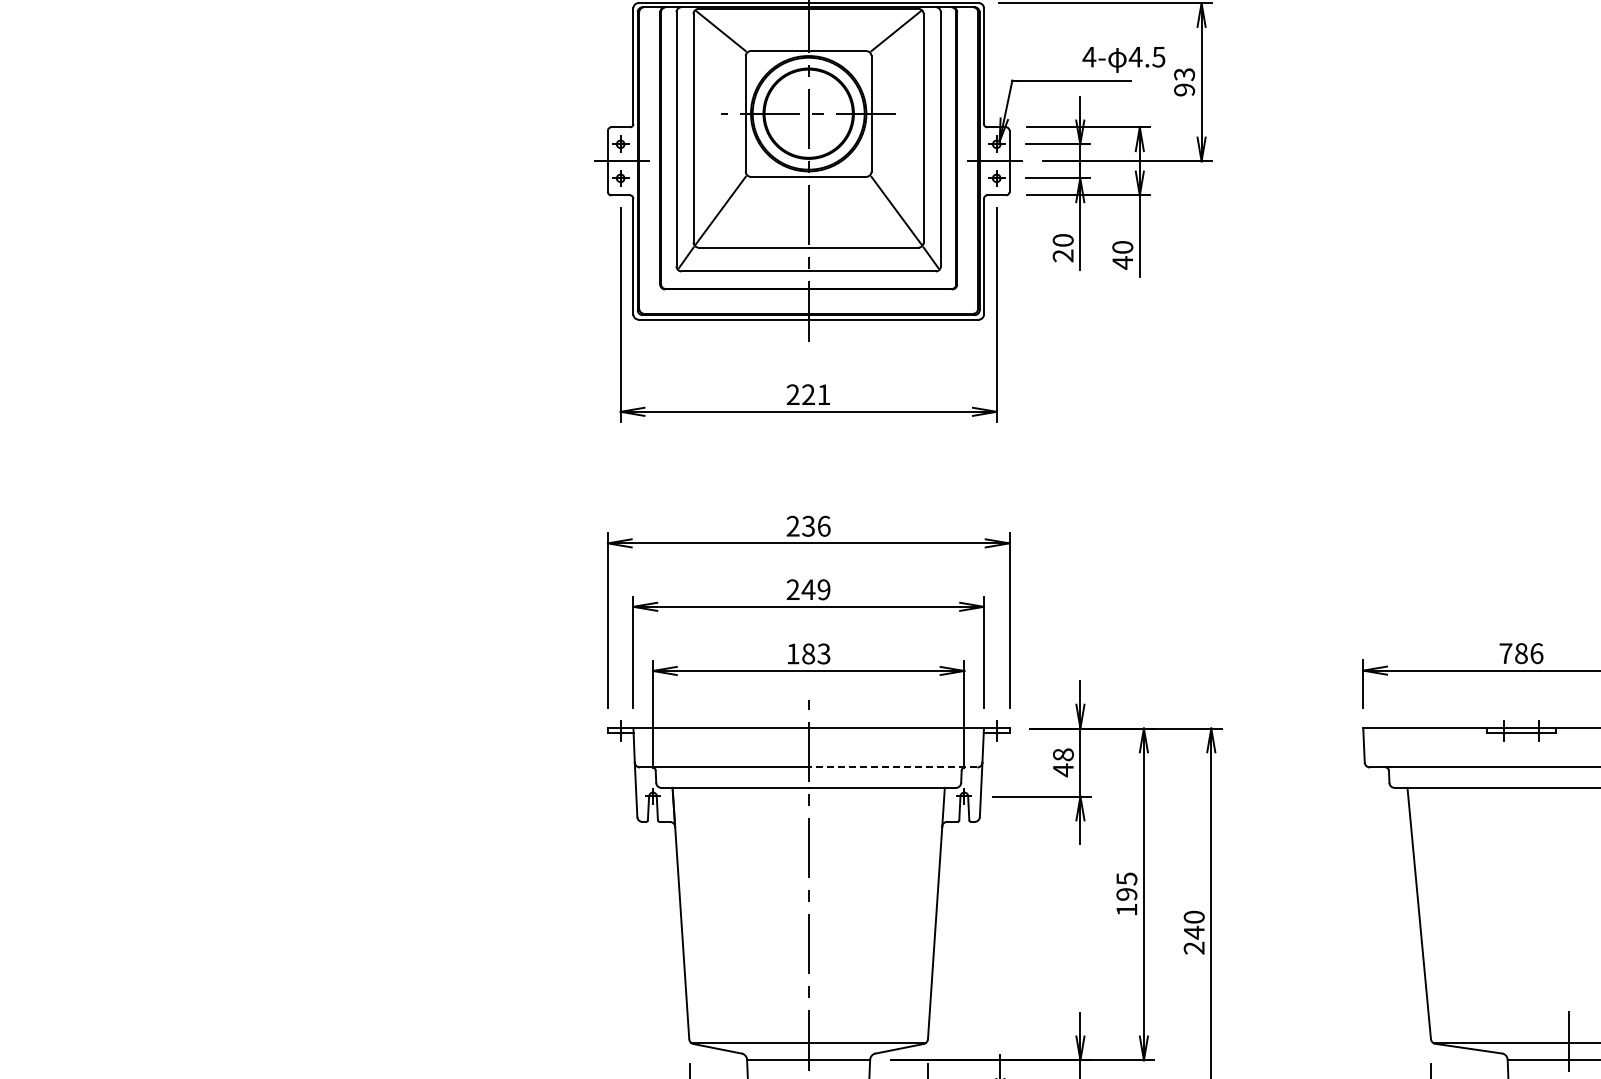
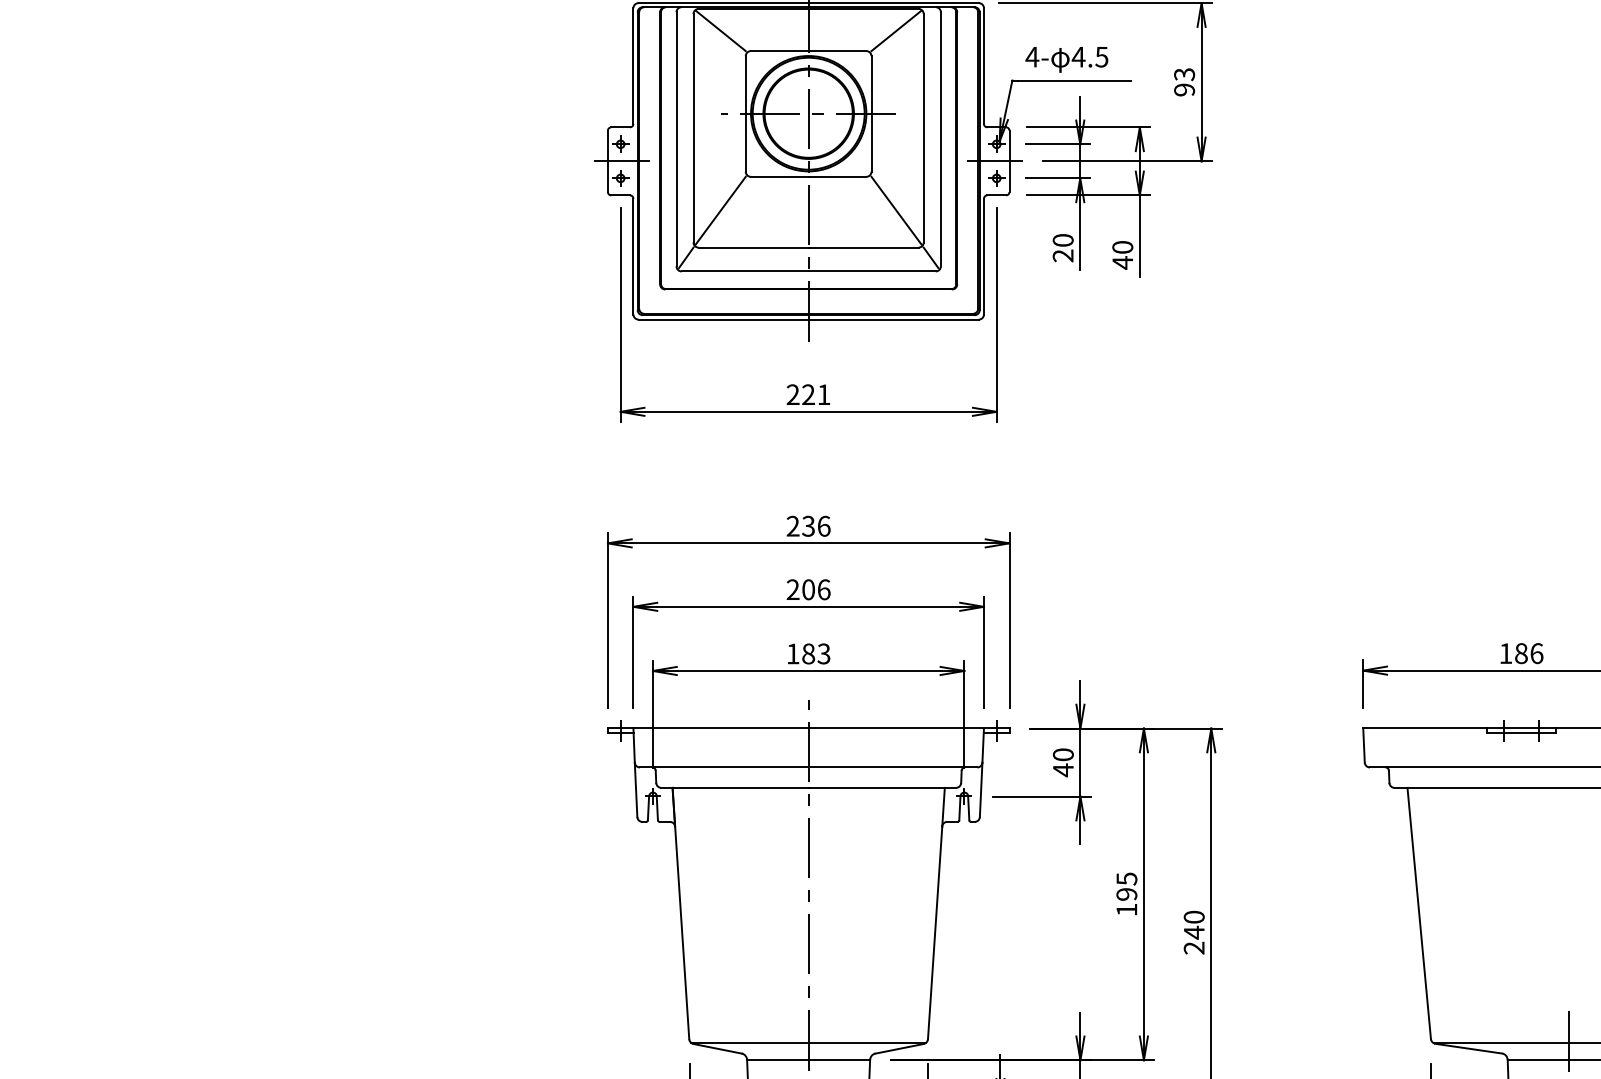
text at (1123, 59) position: (1123, 59) -> (1066, 59)
text at (815, 589): 249 -> 206
text at (1505, 653): 786 -> 186
text at (1063, 754): 48 -> 40
line at (892, 767): dashed -> solid
